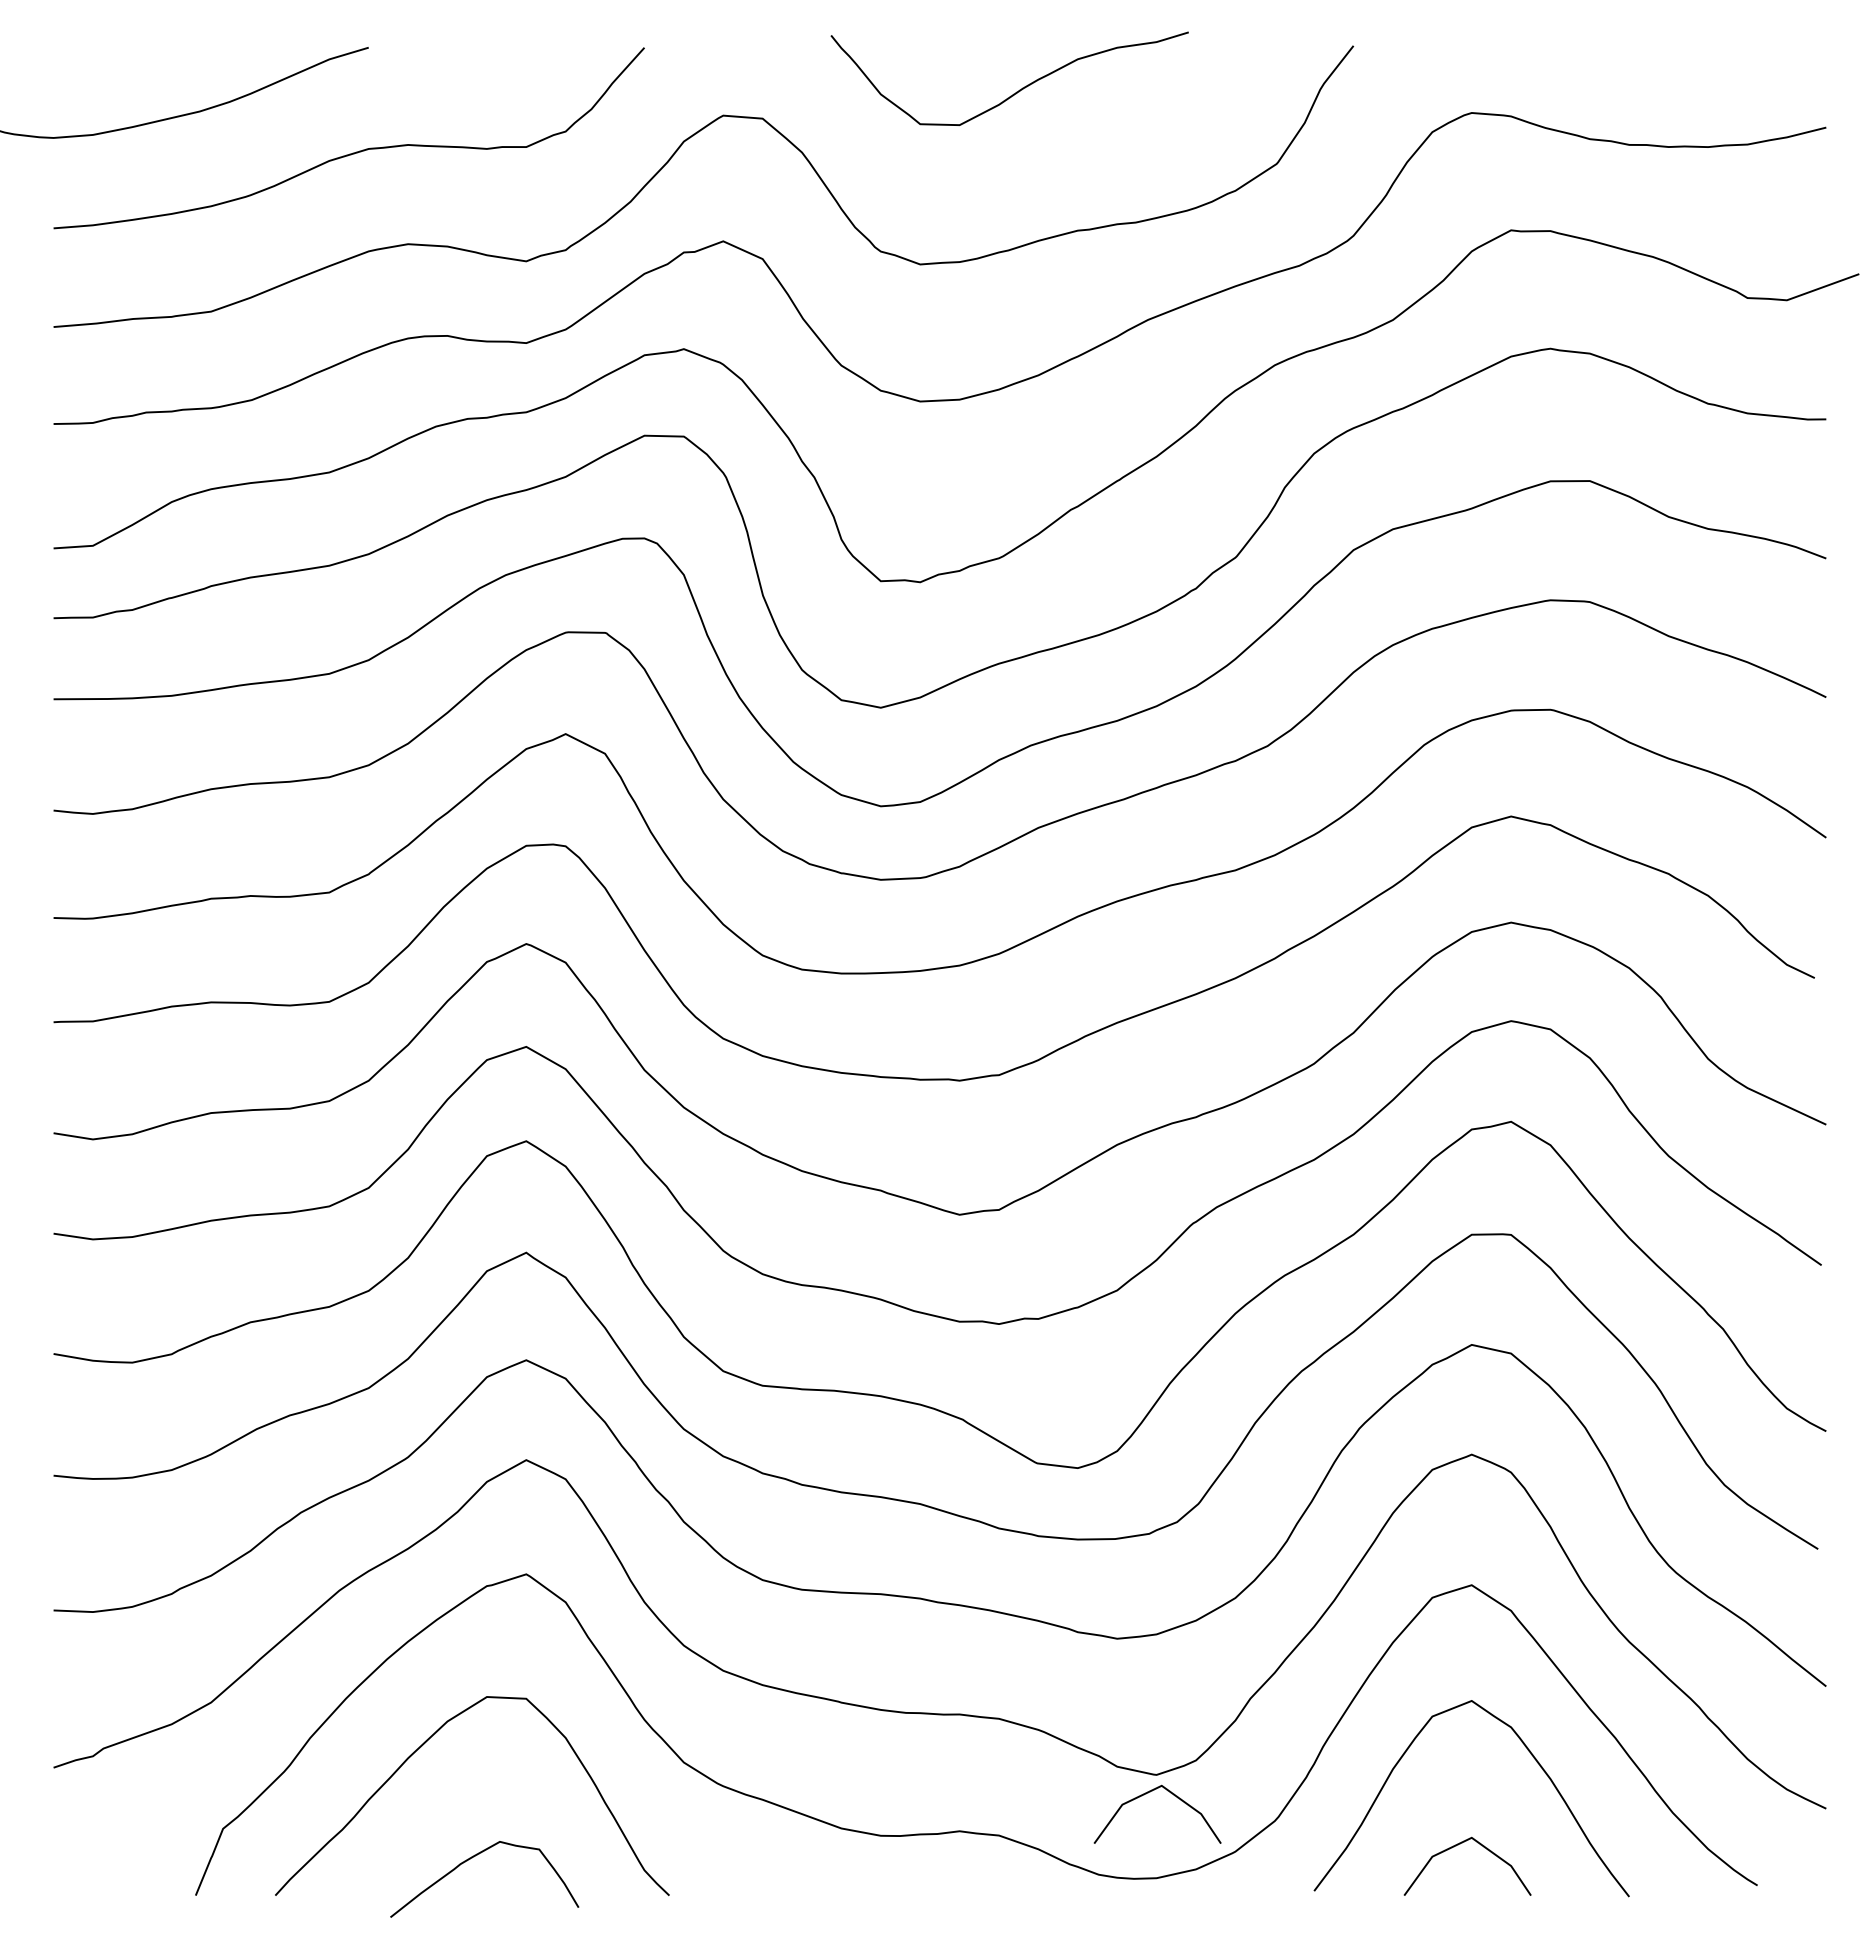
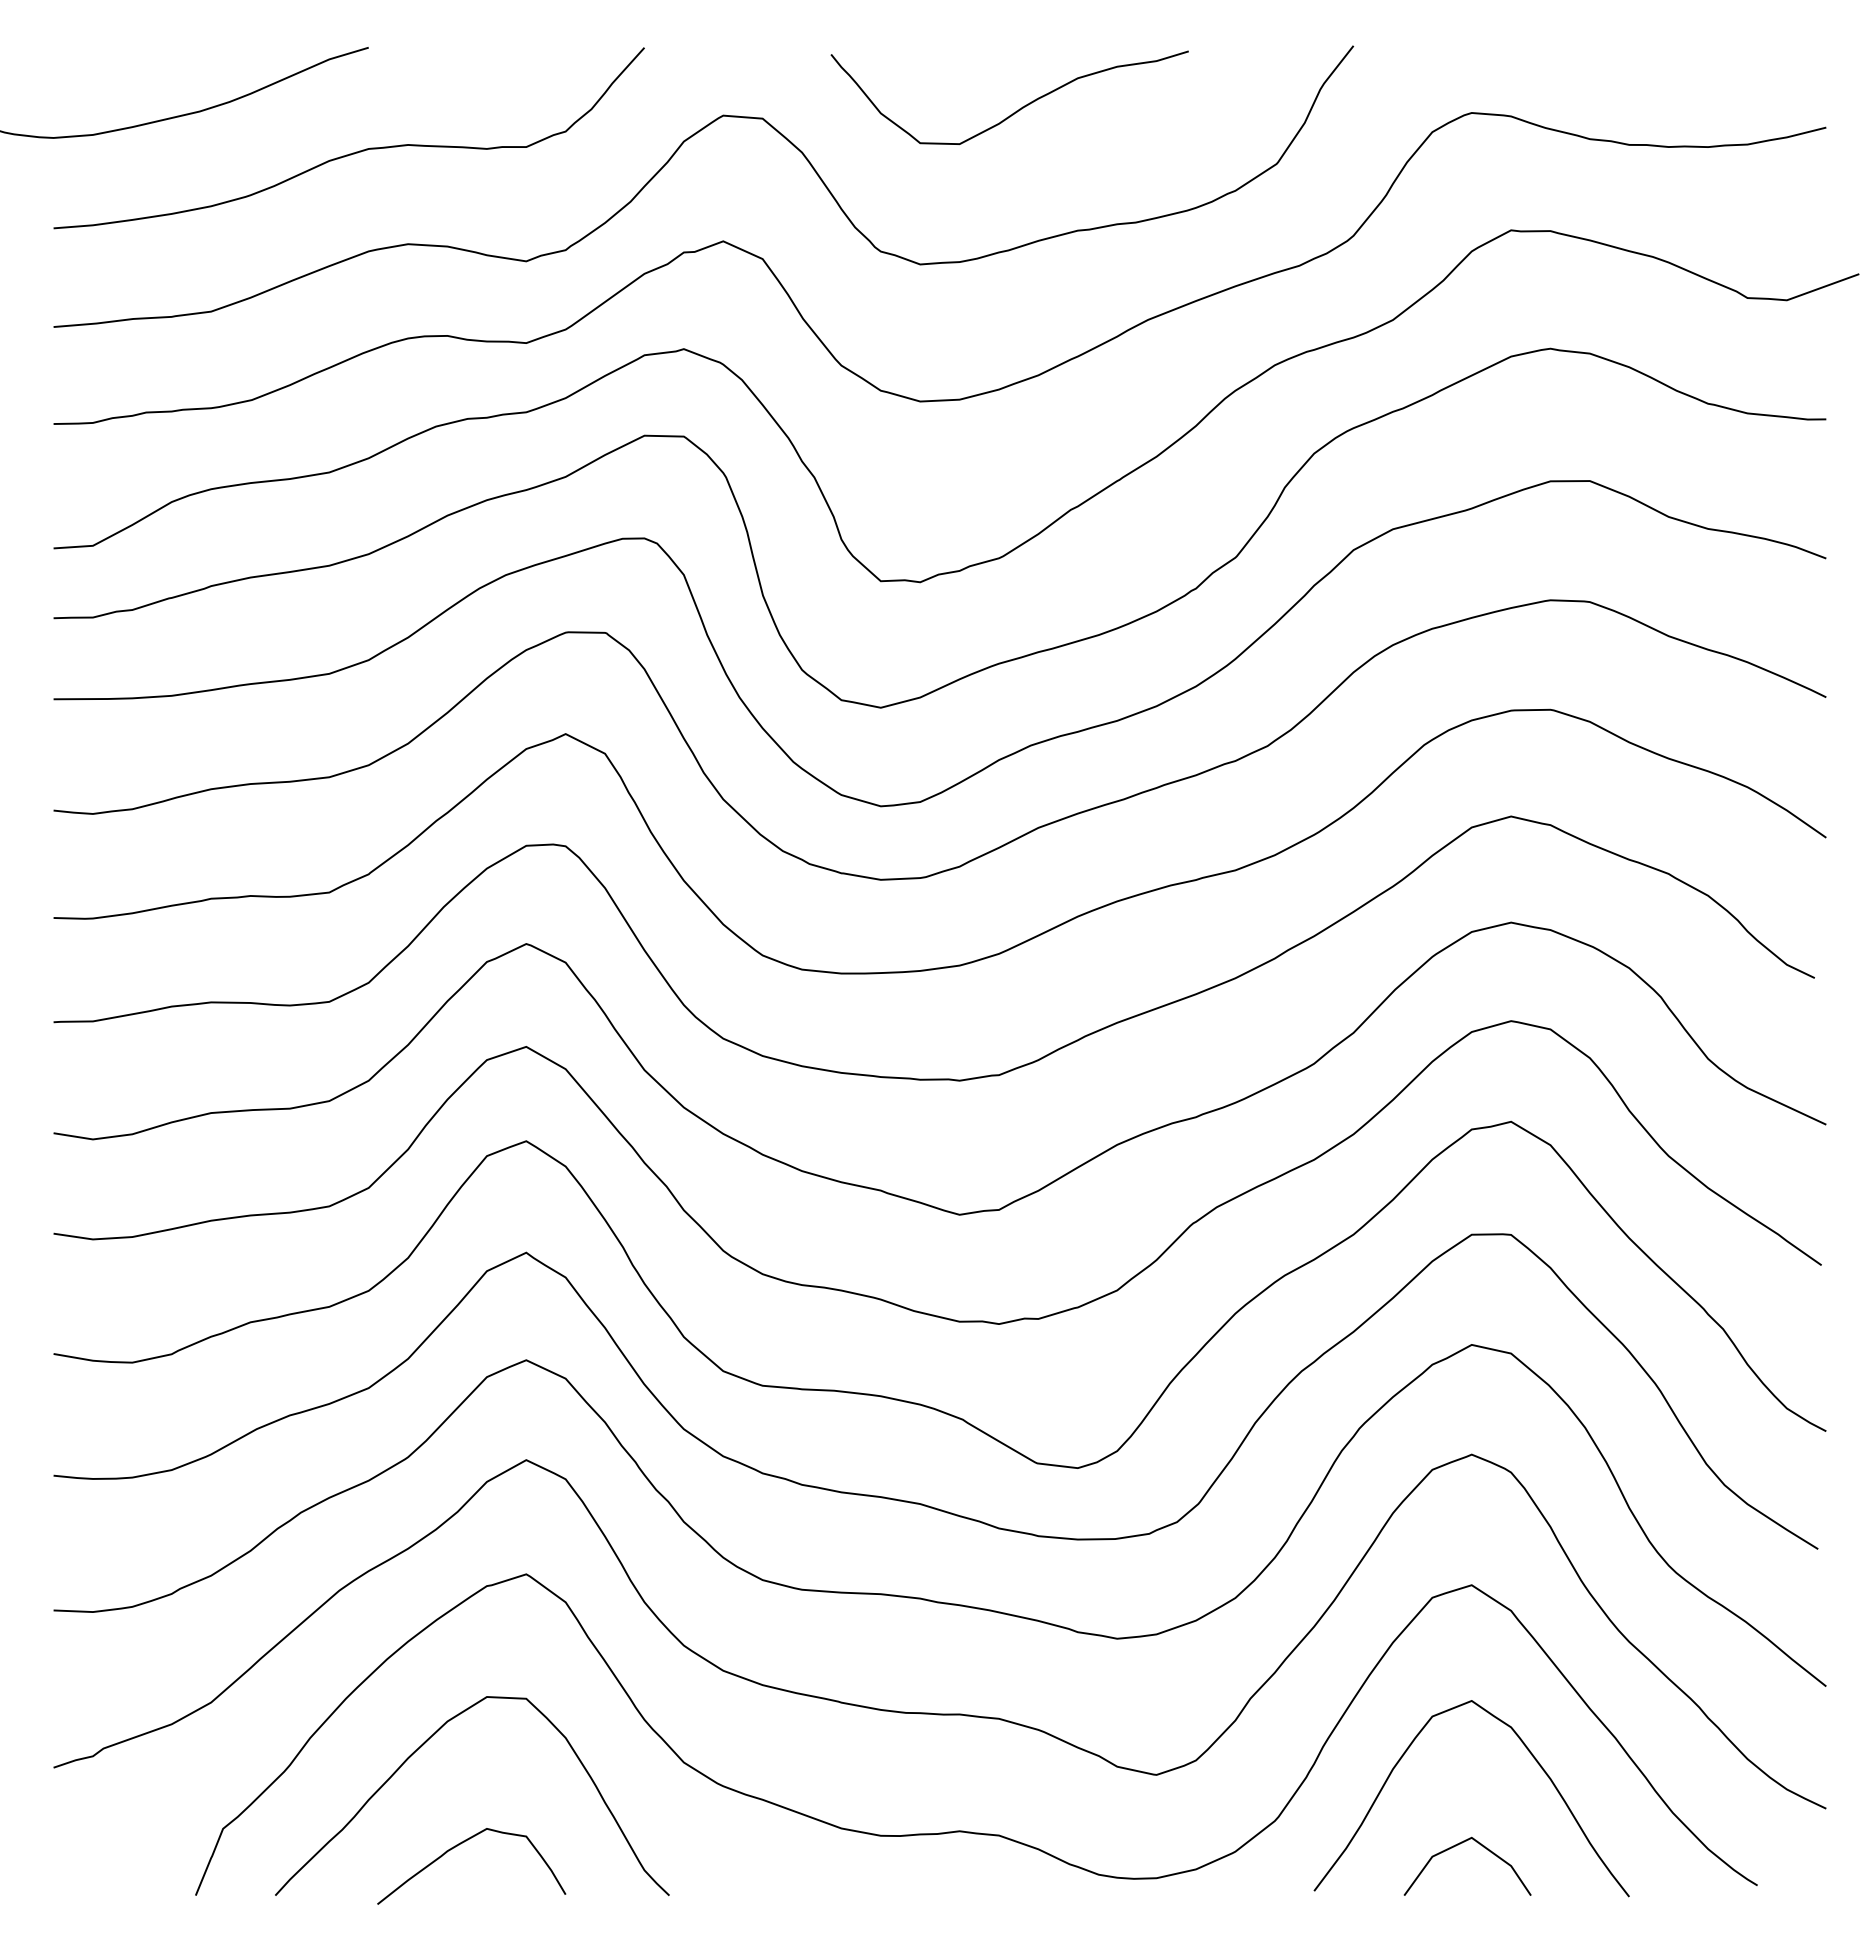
curve at (1016, 91) position: (1016, 91) -> (1016, 110)
line at (1148, 1793): present -> none
curve at (472, 1858) position: (472, 1858) -> (459, 1845)
